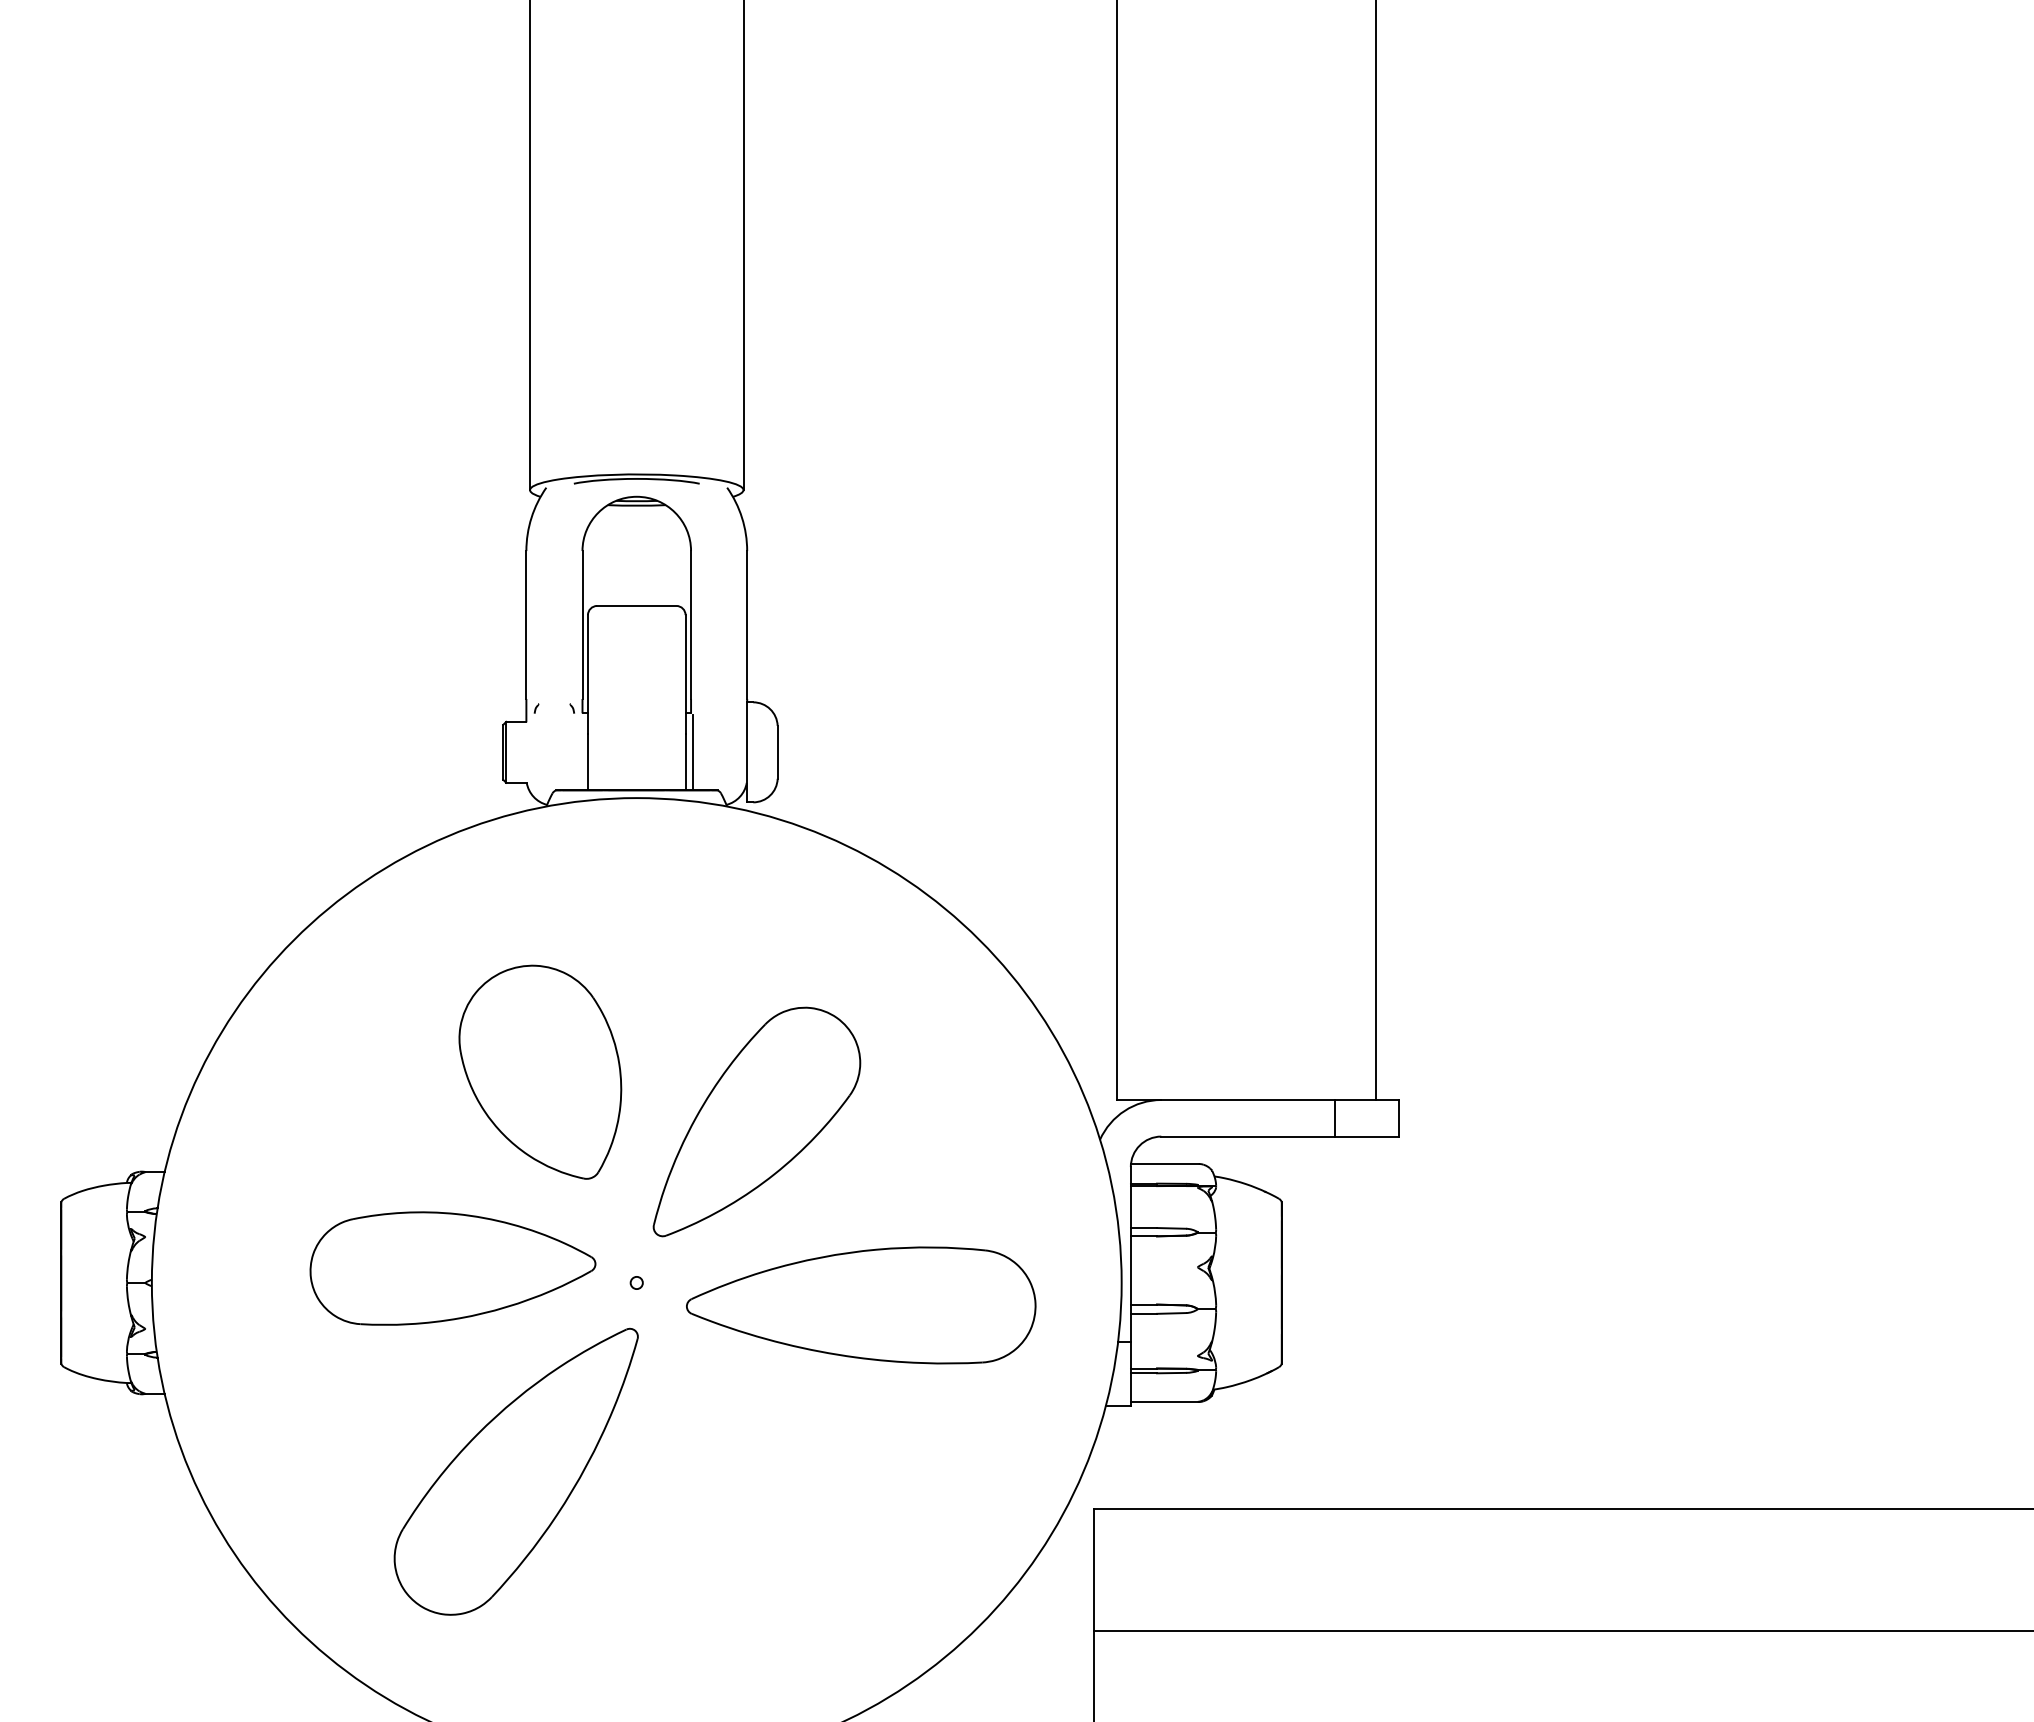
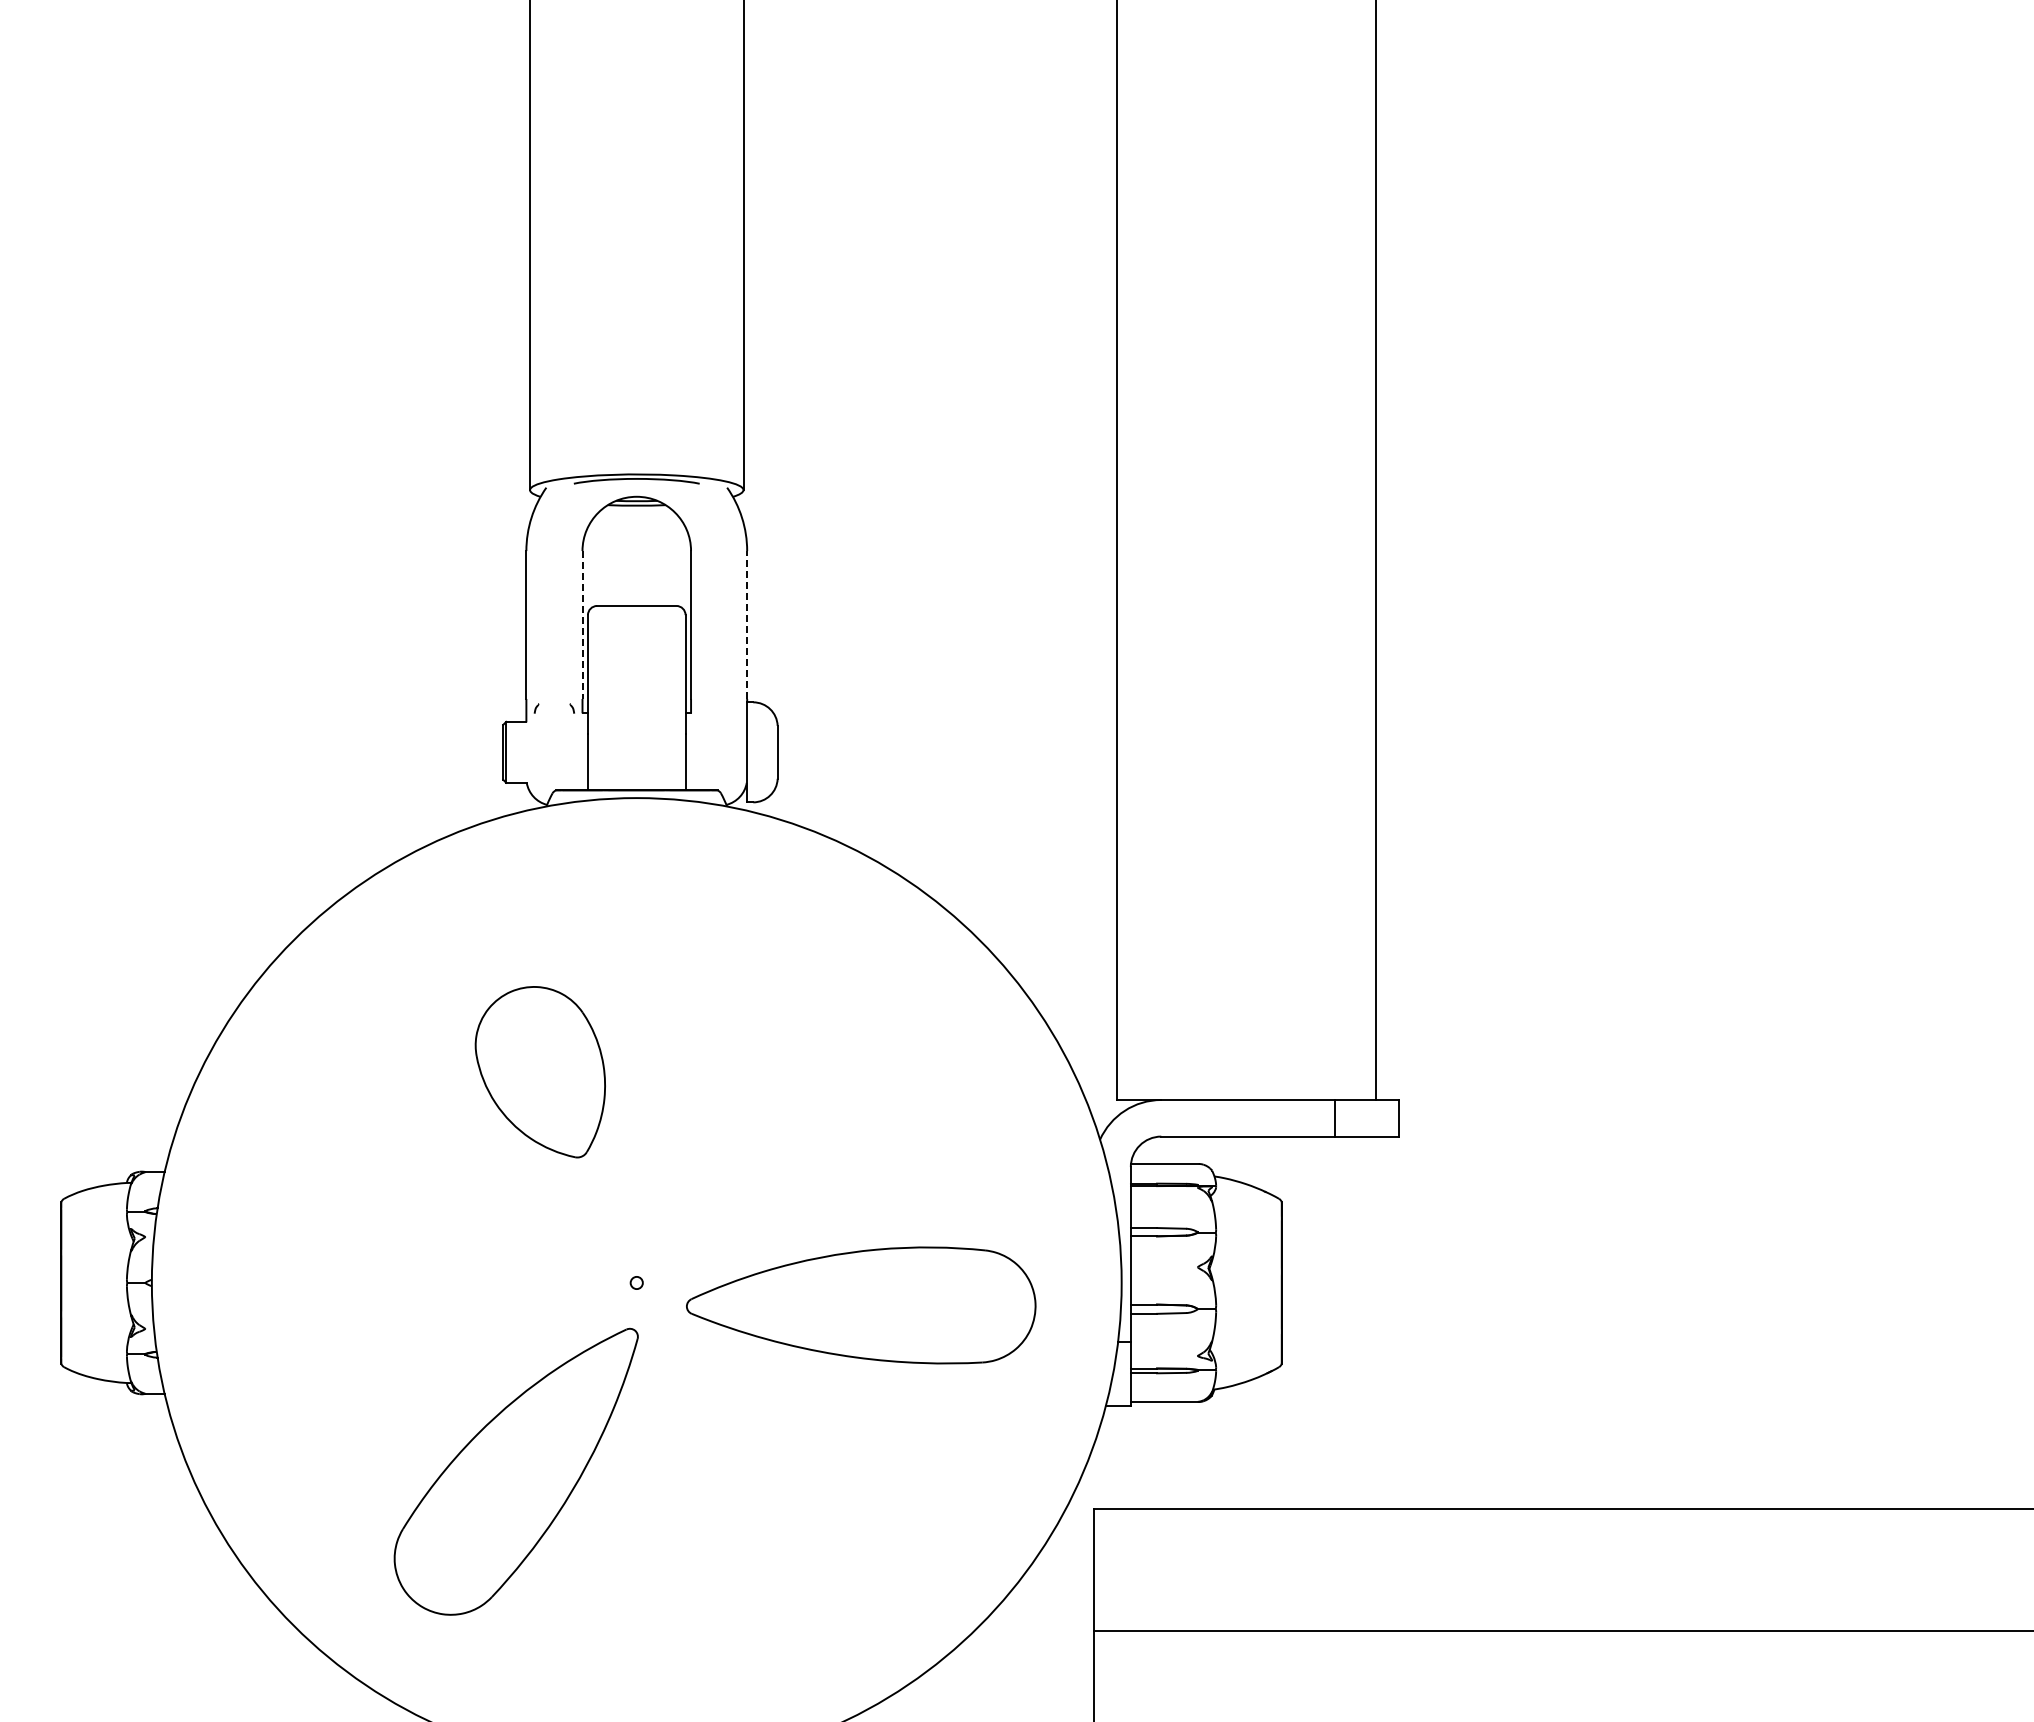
line at (582, 625): solid -> dashed
line at (747, 625): solid -> dashed
line at (692, 752): present -> none
part at (540, 1071) size: 165x216 px -> 132x173 px
part at (756, 1121): present -> none
part at (452, 1268): present -> none
